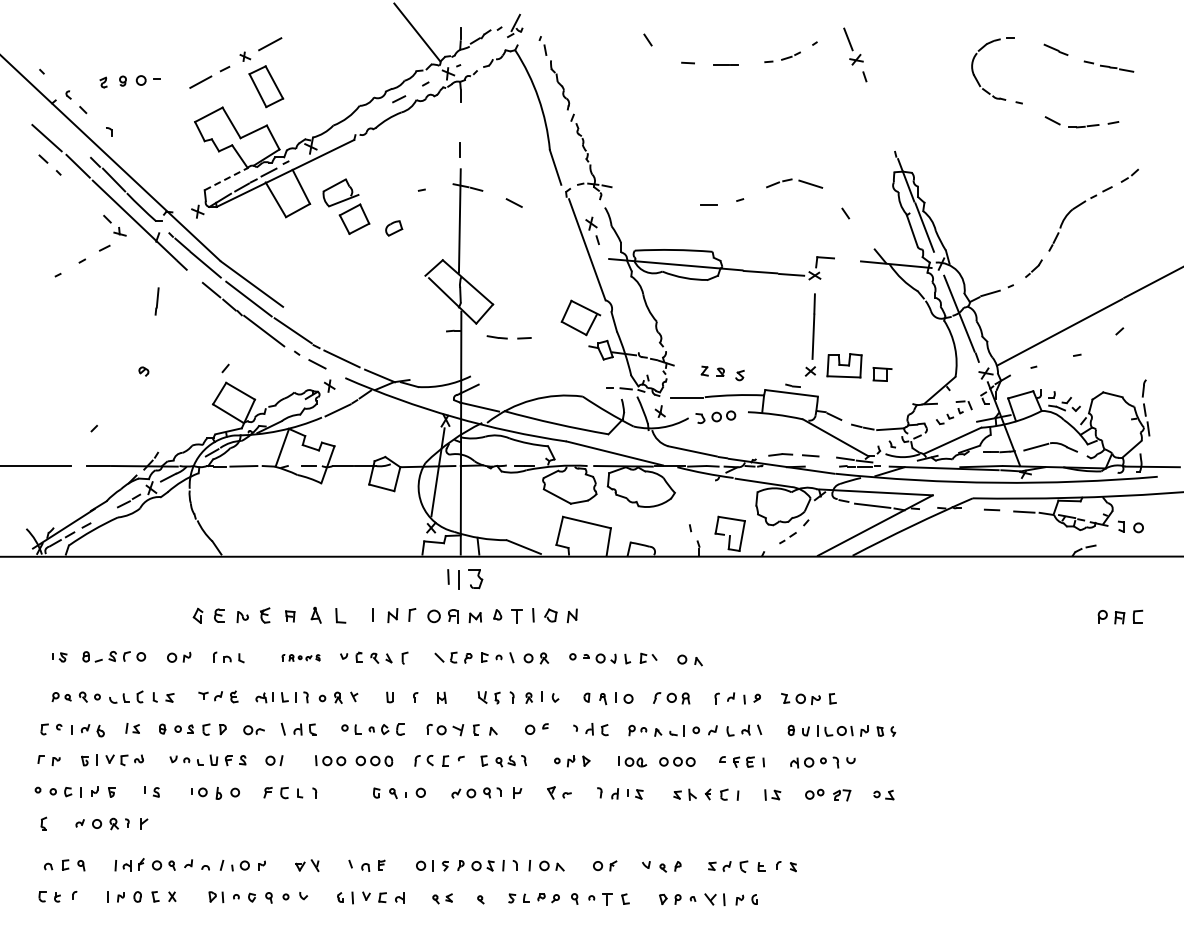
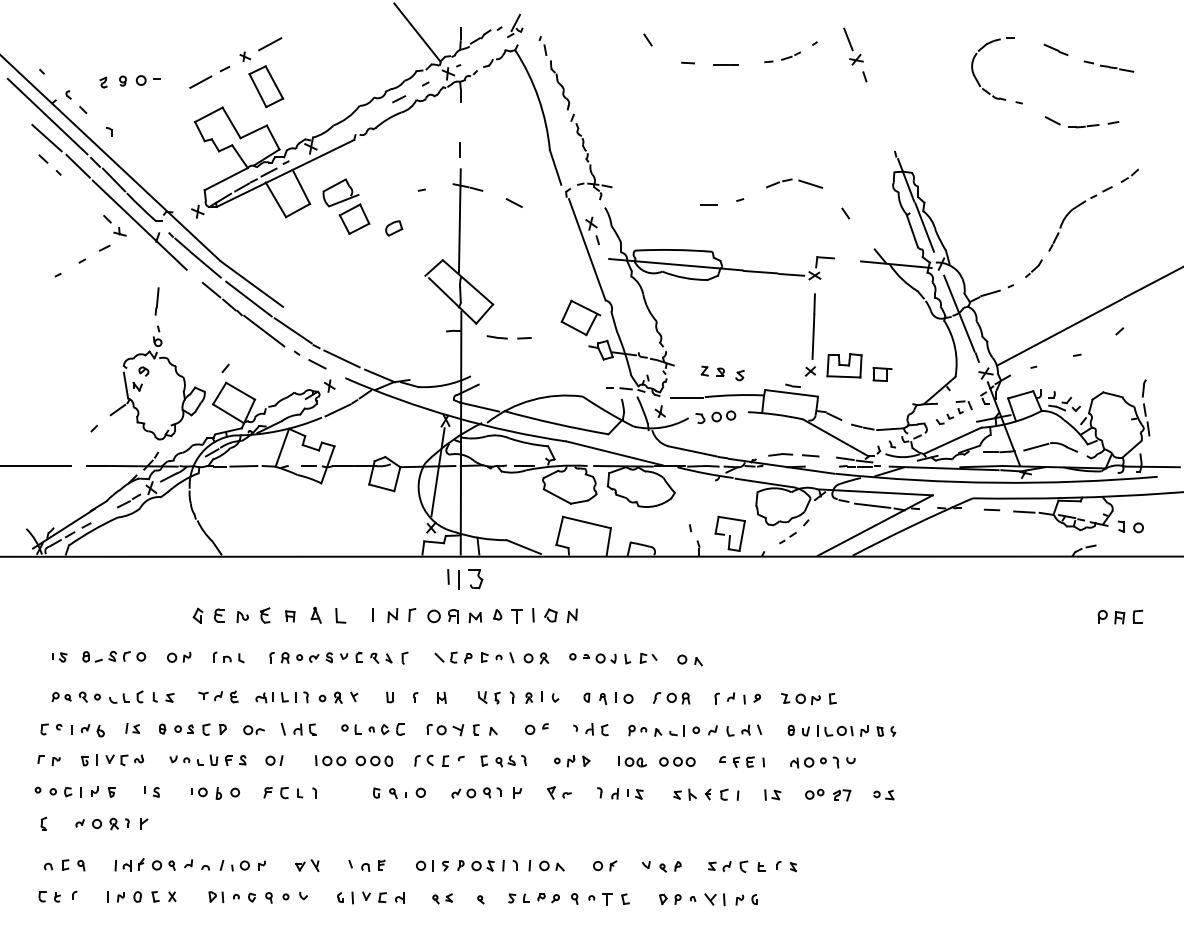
line at (47, 116): none -> present
line at (226, 178): dashed -> solid
part at (142, 383): none -> present
part at (300, 657) size: 40x8 px -> 64x12 px
